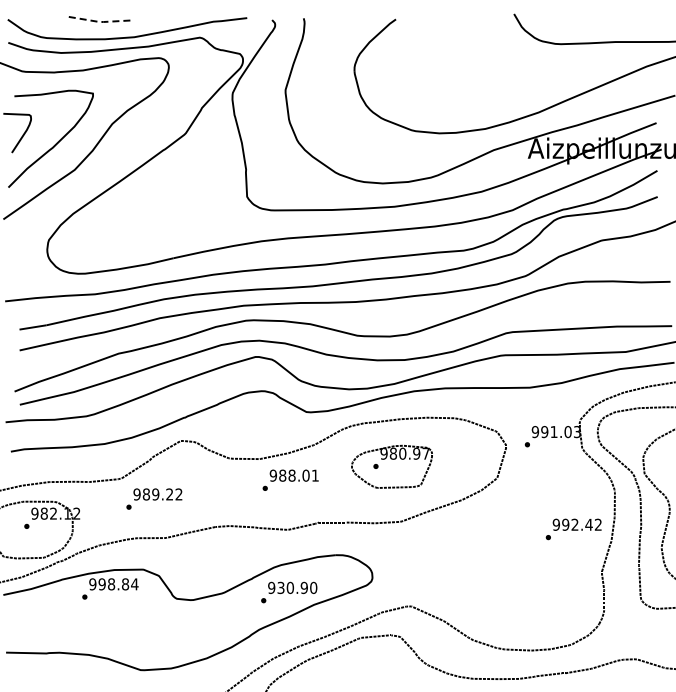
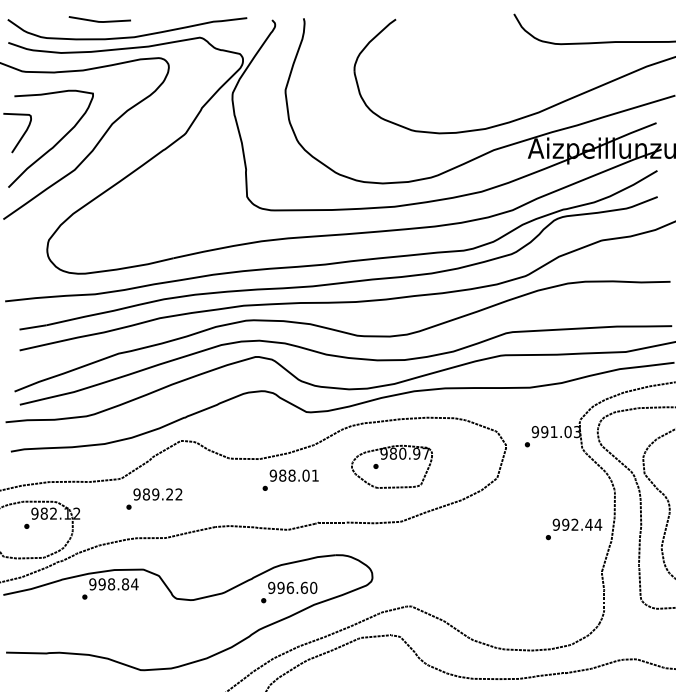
line at (99, 21): dashed -> solid
text at (598, 524): 992.42 -> 992.44
text at (292, 587): 930.90 -> 996.60
